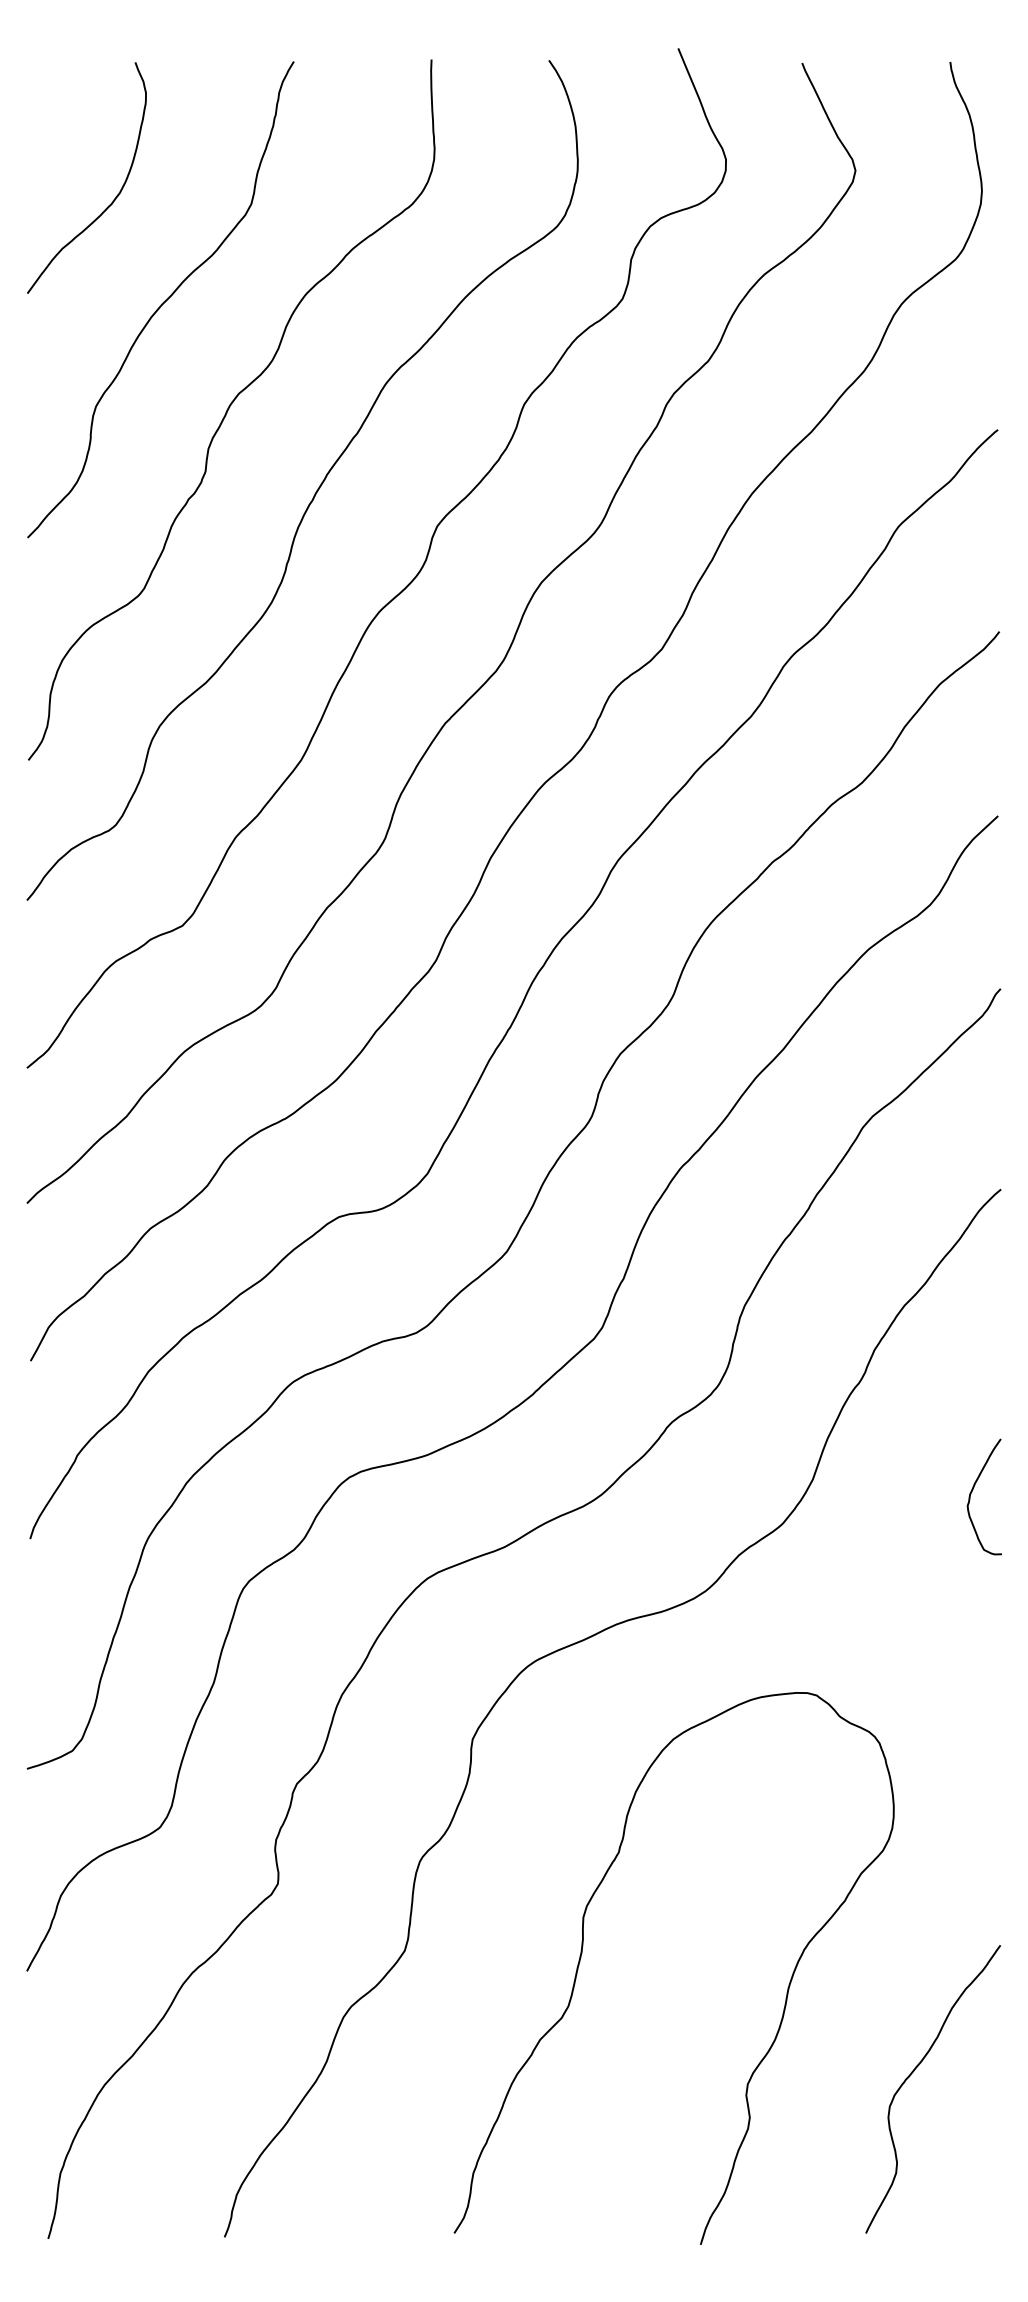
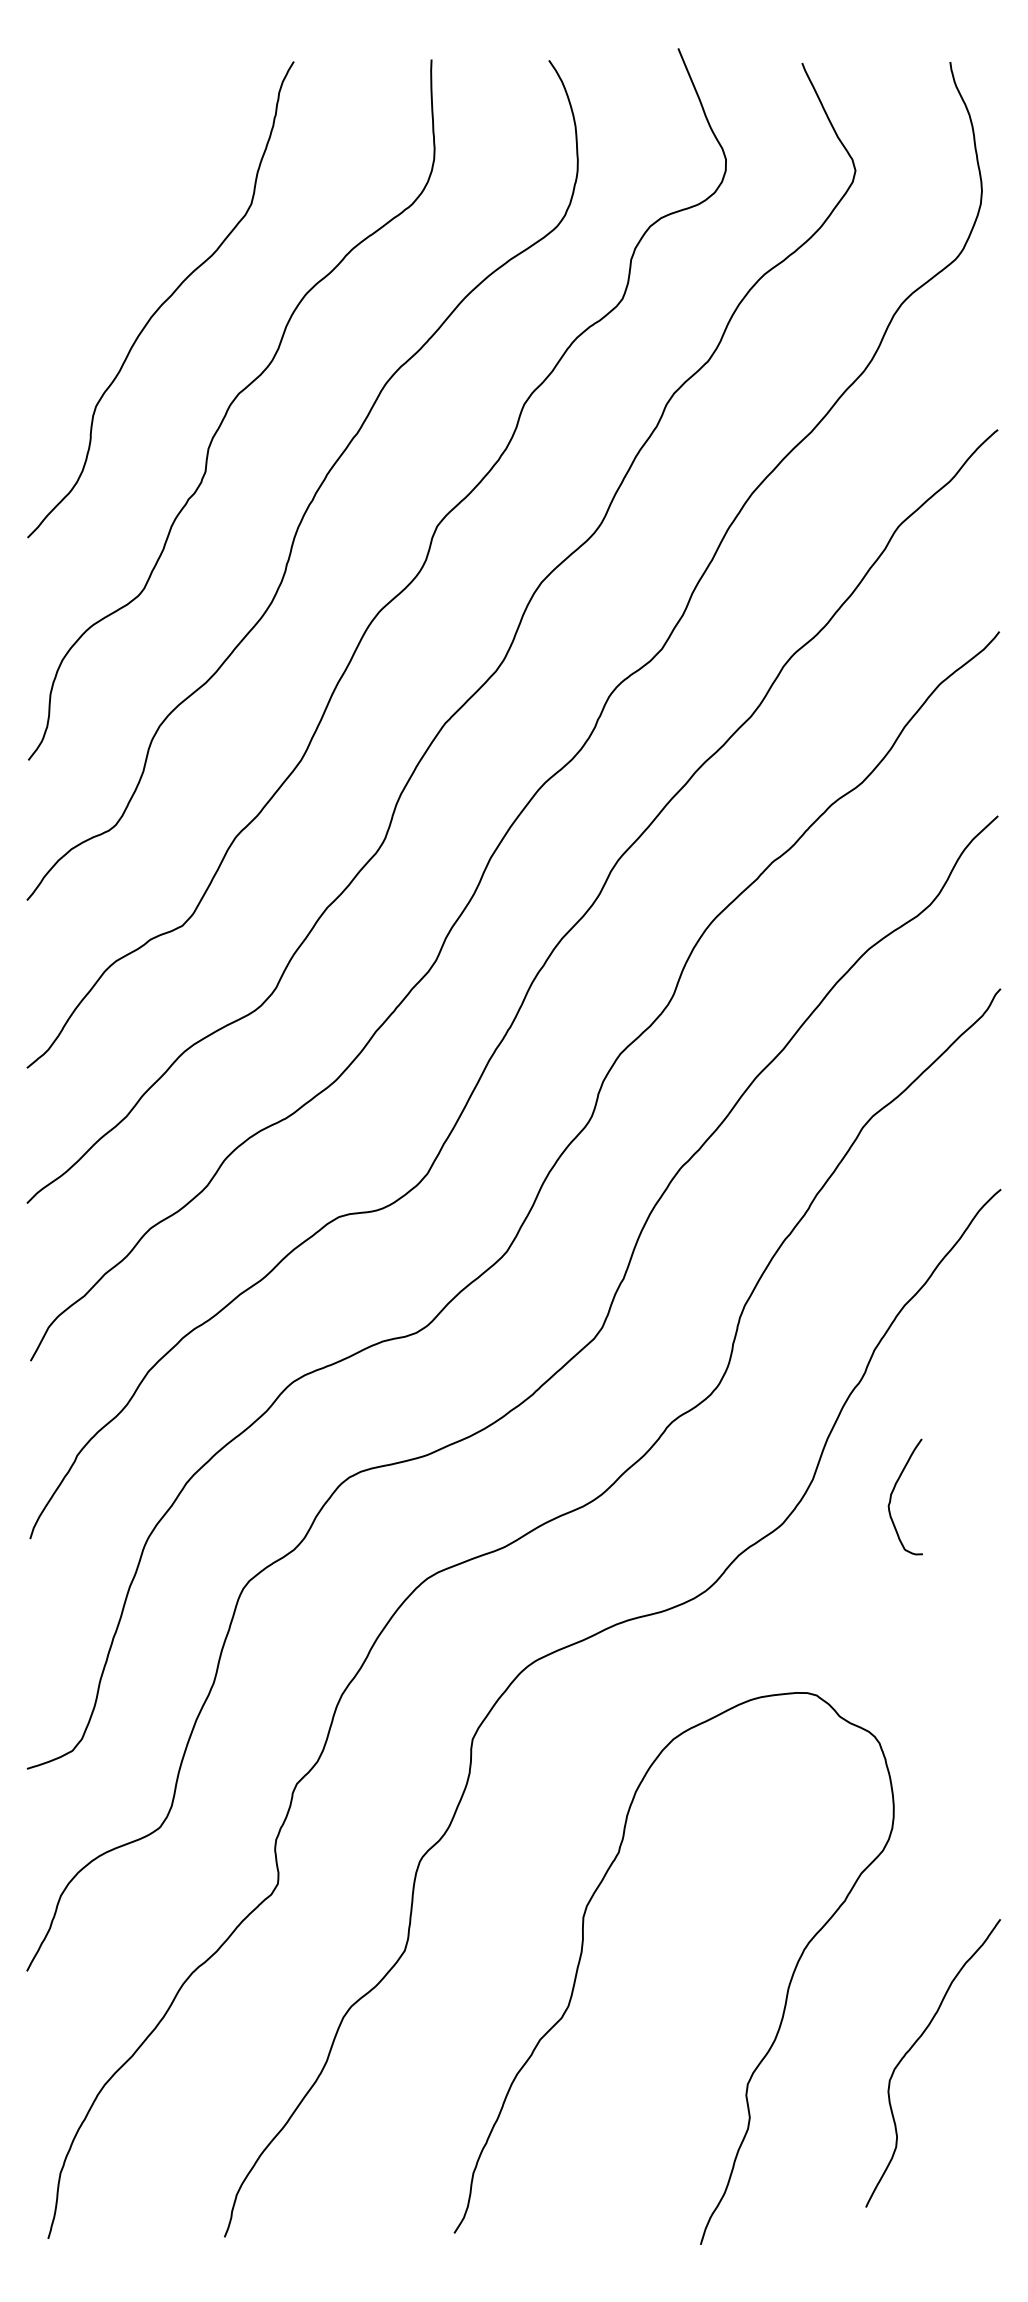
curve at (113, 199): present -> none
curve at (973, 1490) position: (973, 1490) -> (894, 1490)
curve at (911, 2075) position: (911, 2075) -> (911, 2049)
